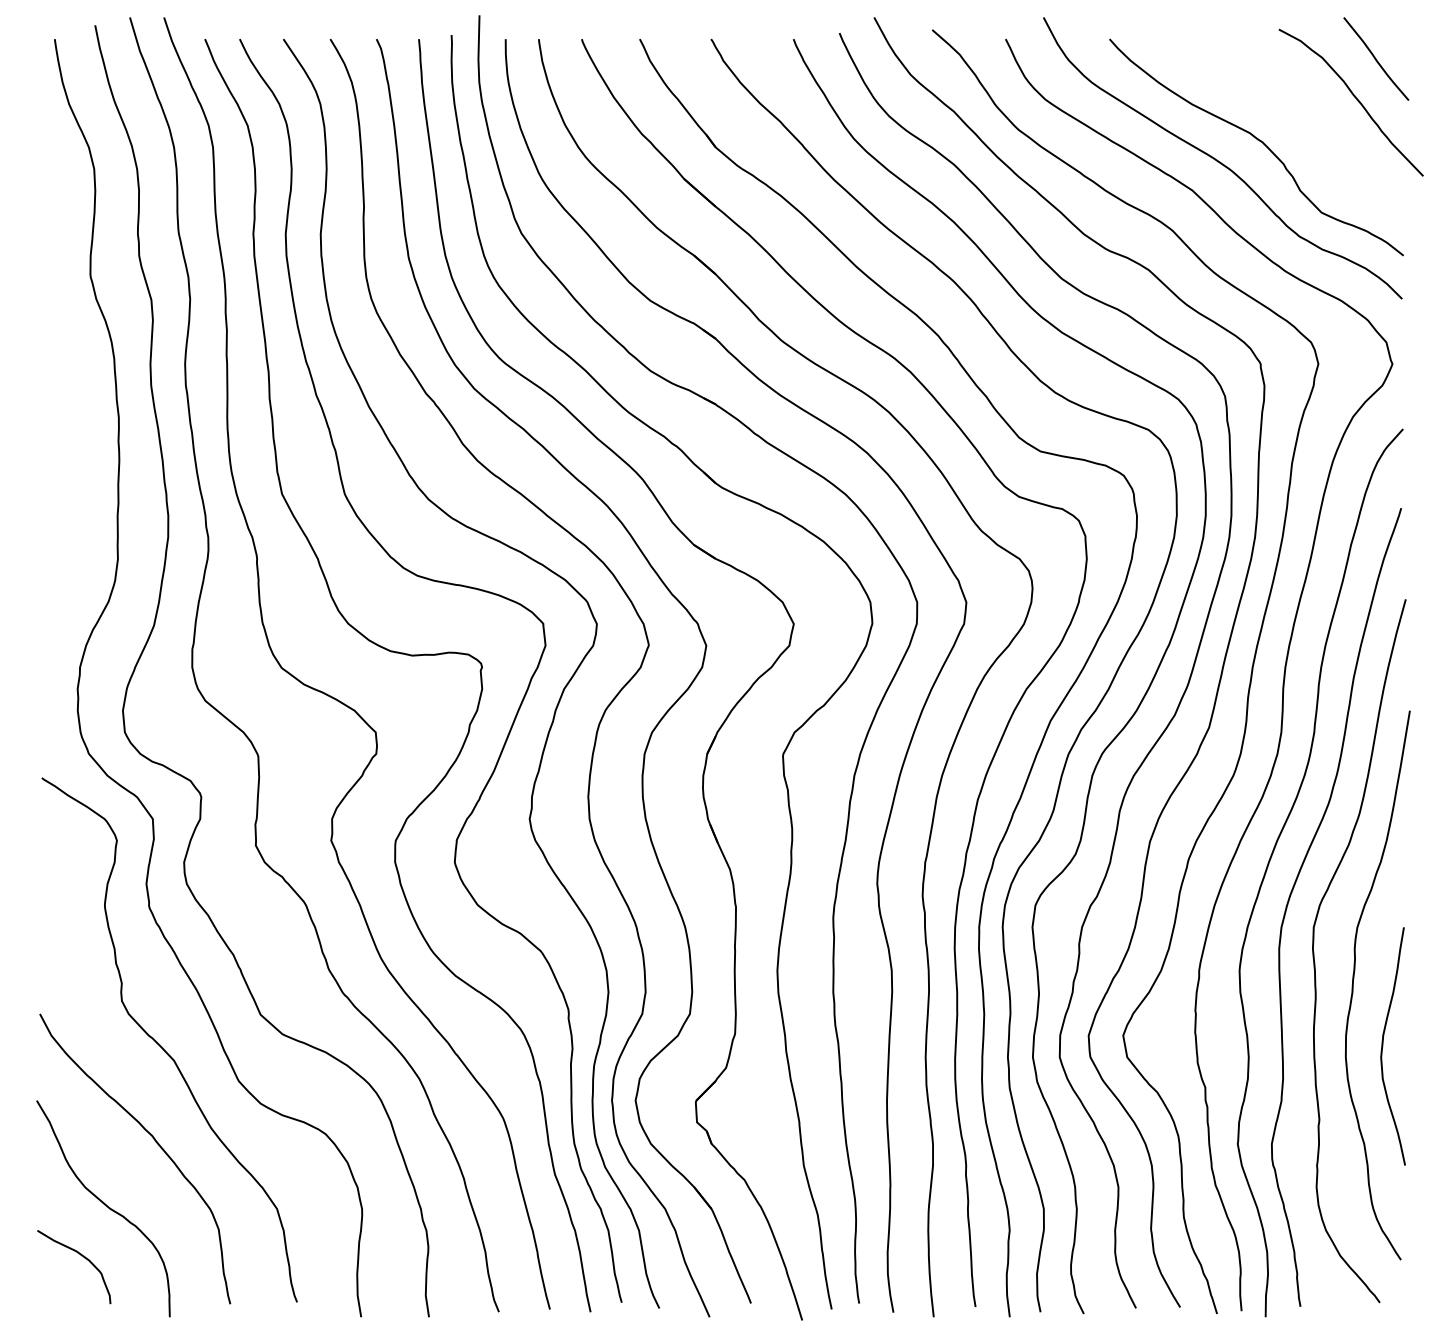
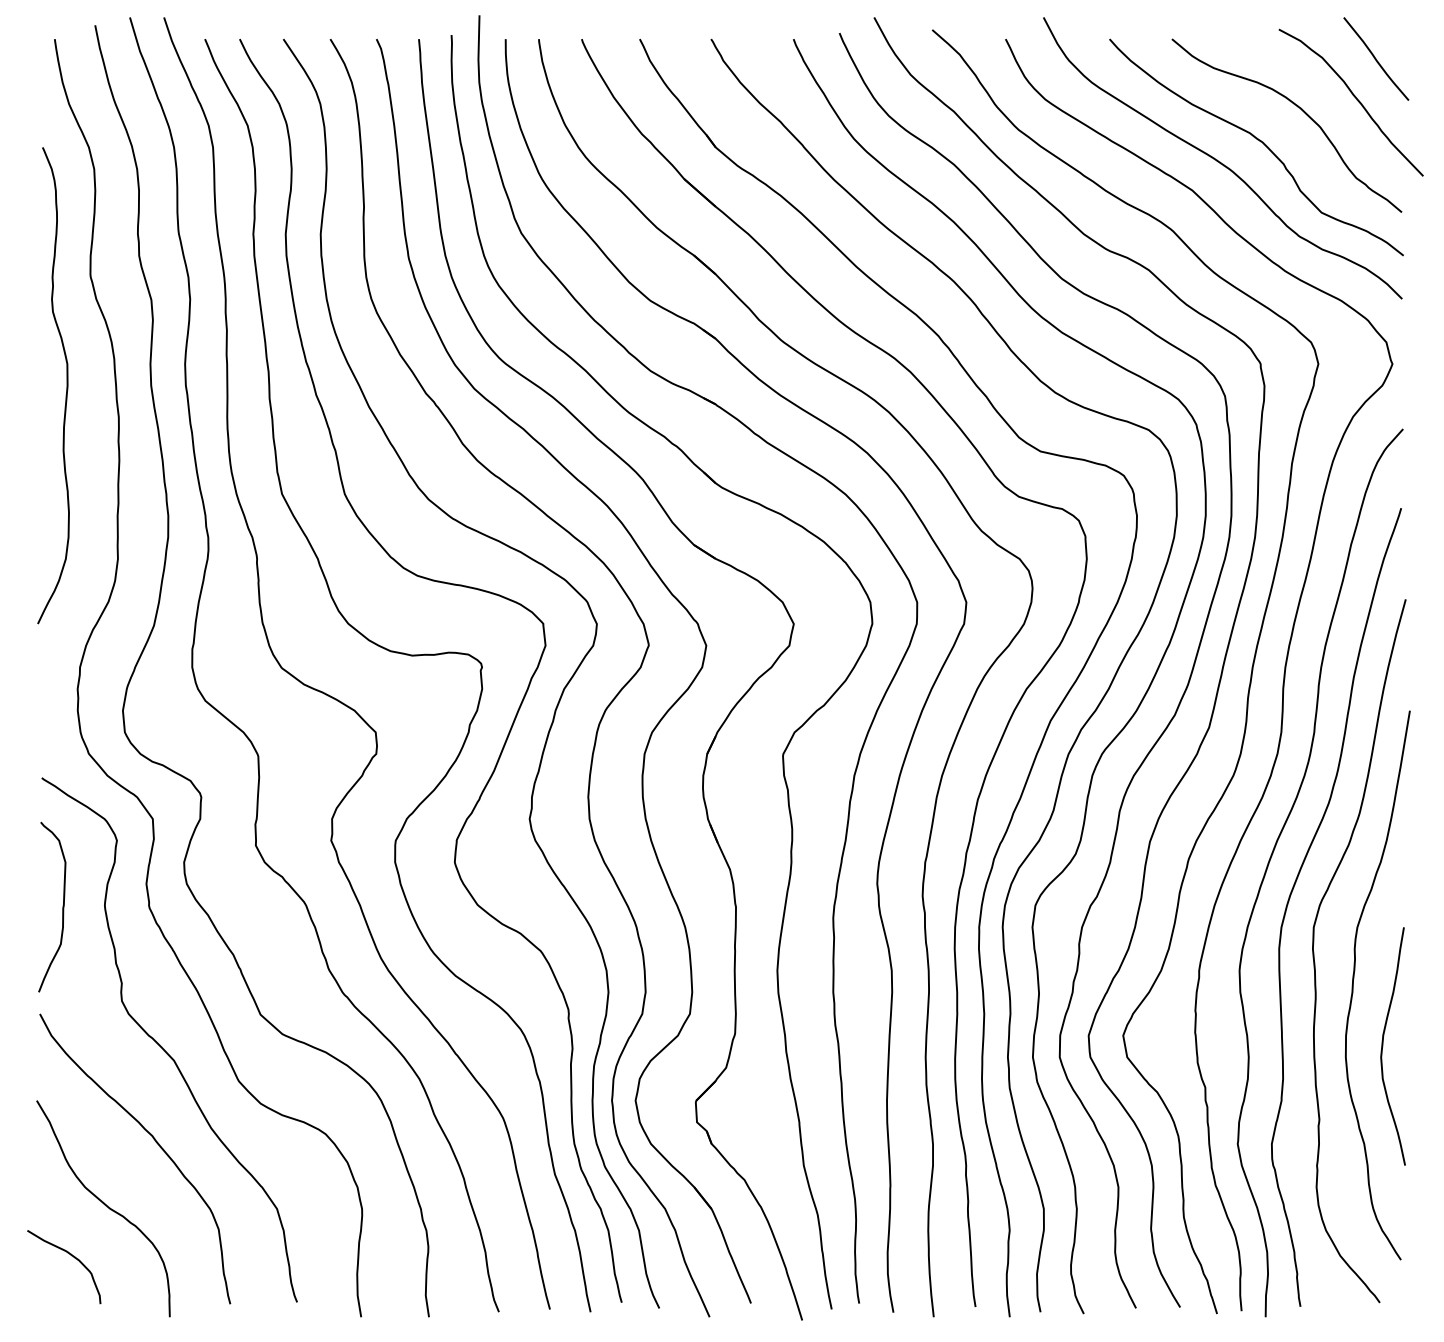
curve at (1297, 107): none -> present
curve at (66, 385): none -> present
curve at (62, 906): none -> present
curve at (81, 1256) position: (81, 1256) -> (71, 1256)
